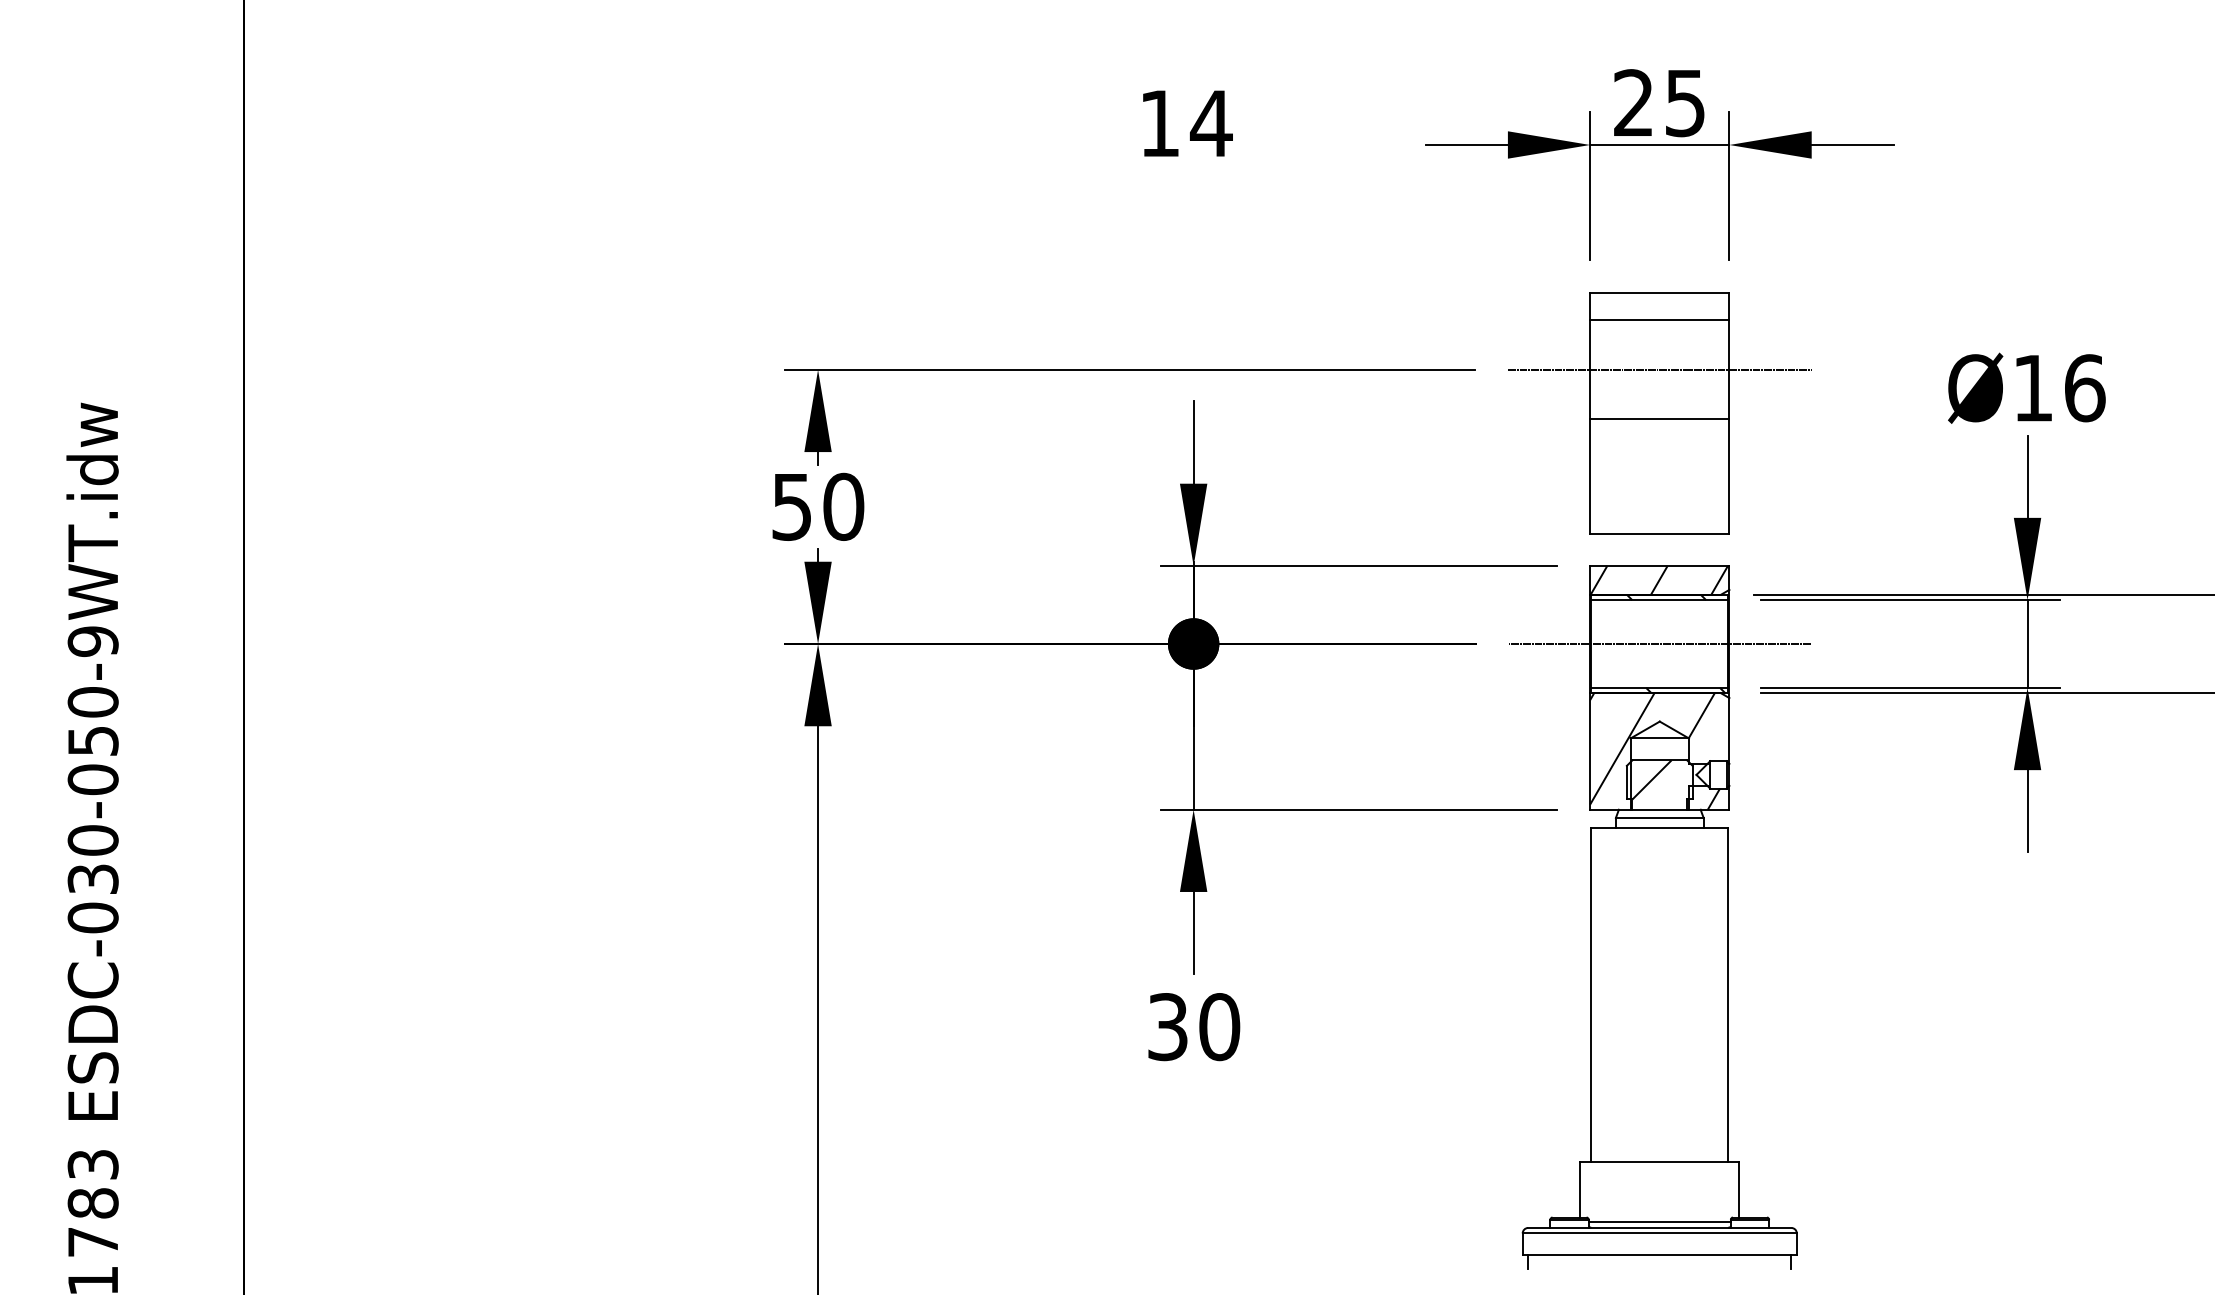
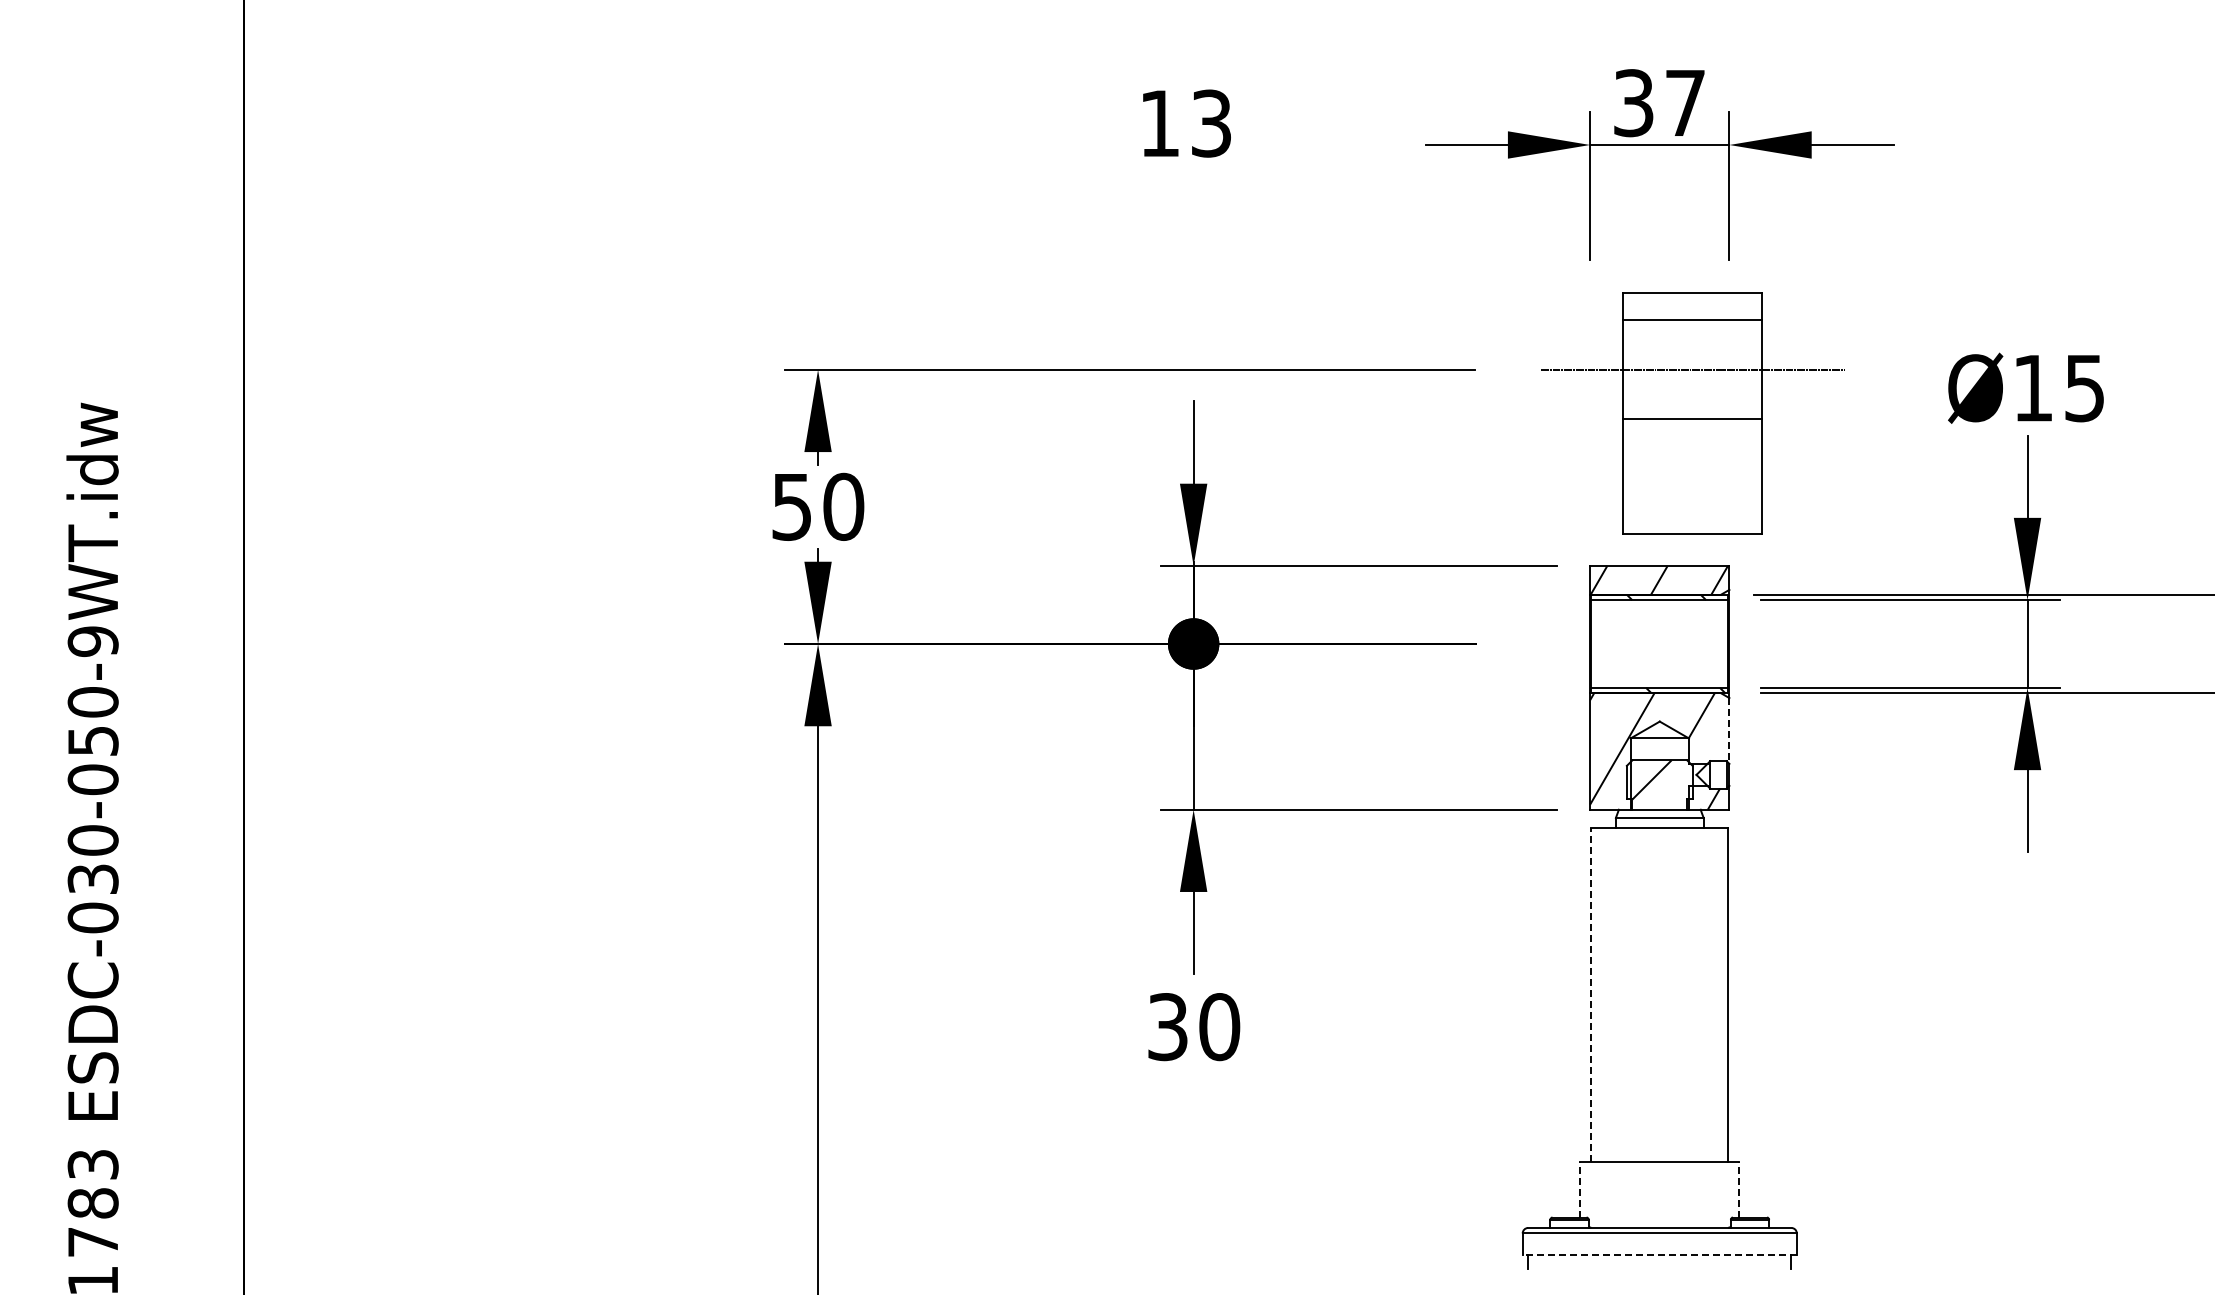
text at (1659, 103): 25 -> 37
text at (1210, 123): 14 -> 13
text at (2085, 388): Ø16 -> Ø15
part at (1659, 413) position: (1659, 413) -> (1692, 413)
line at (1659, 643): present -> none
line at (1729, 730): solid -> dashed
line at (1591, 994): solid -> dashed
line at (1580, 1189): solid -> dashed
line at (1739, 1189): solid -> dashed
line at (1659, 1222): present -> none
line at (1659, 1255): solid -> dashed
